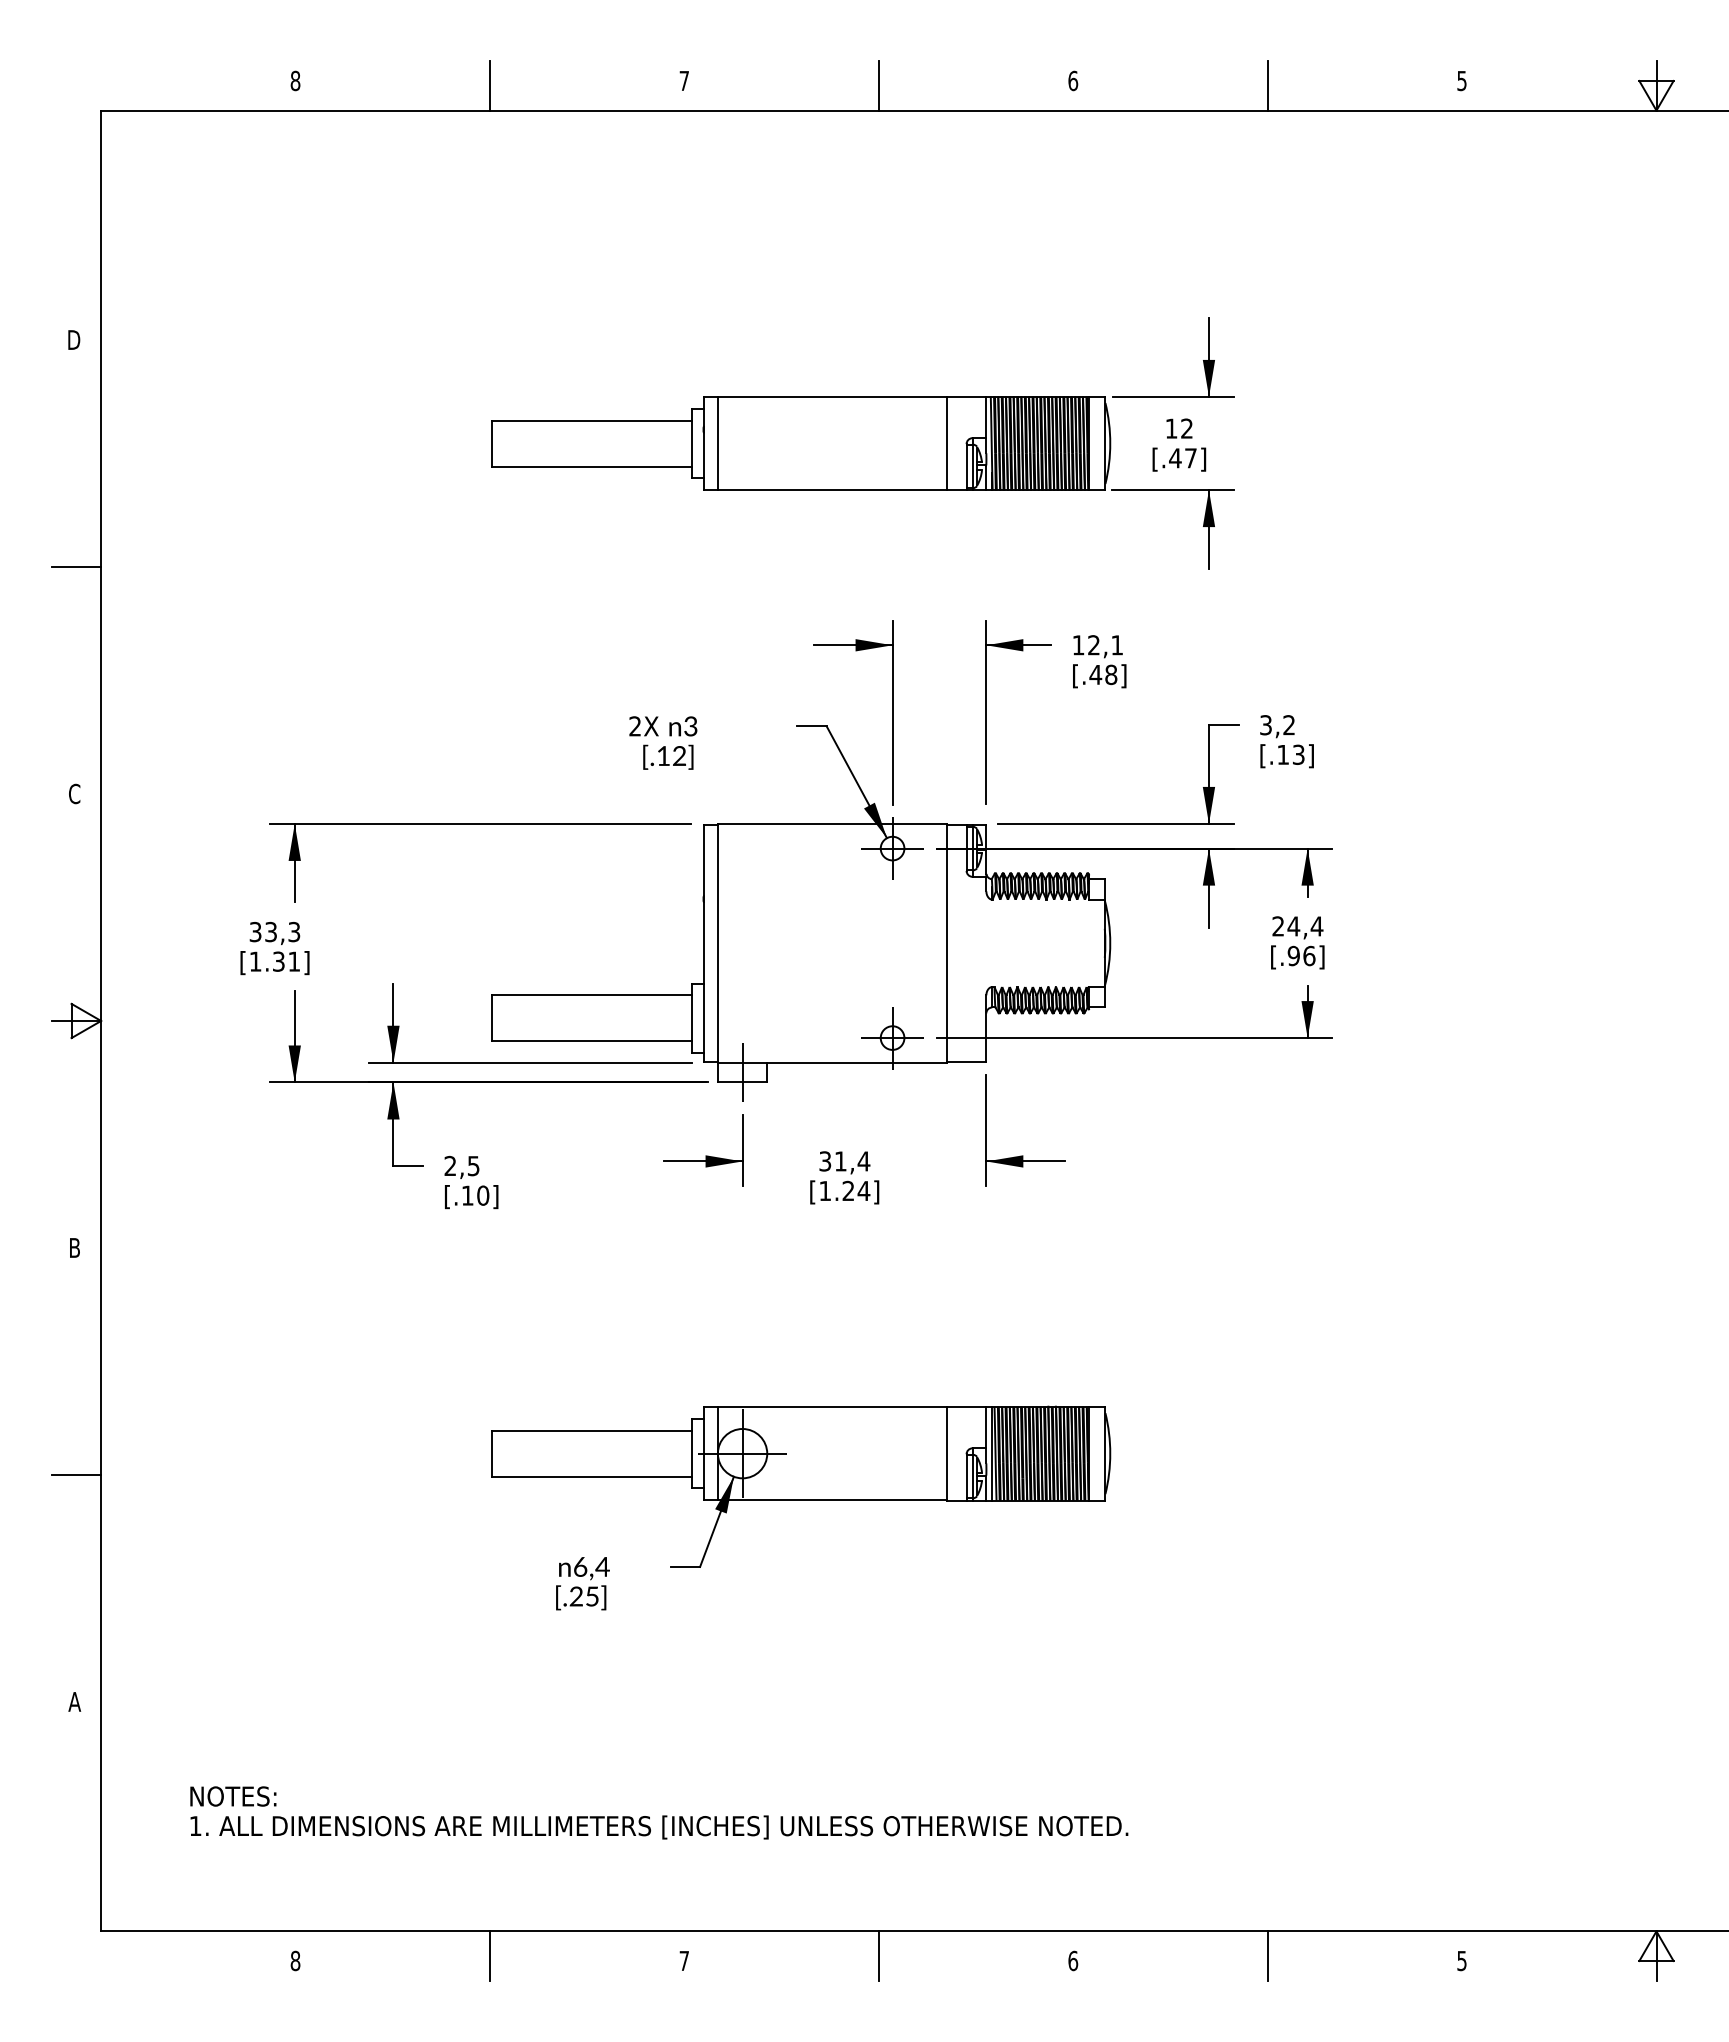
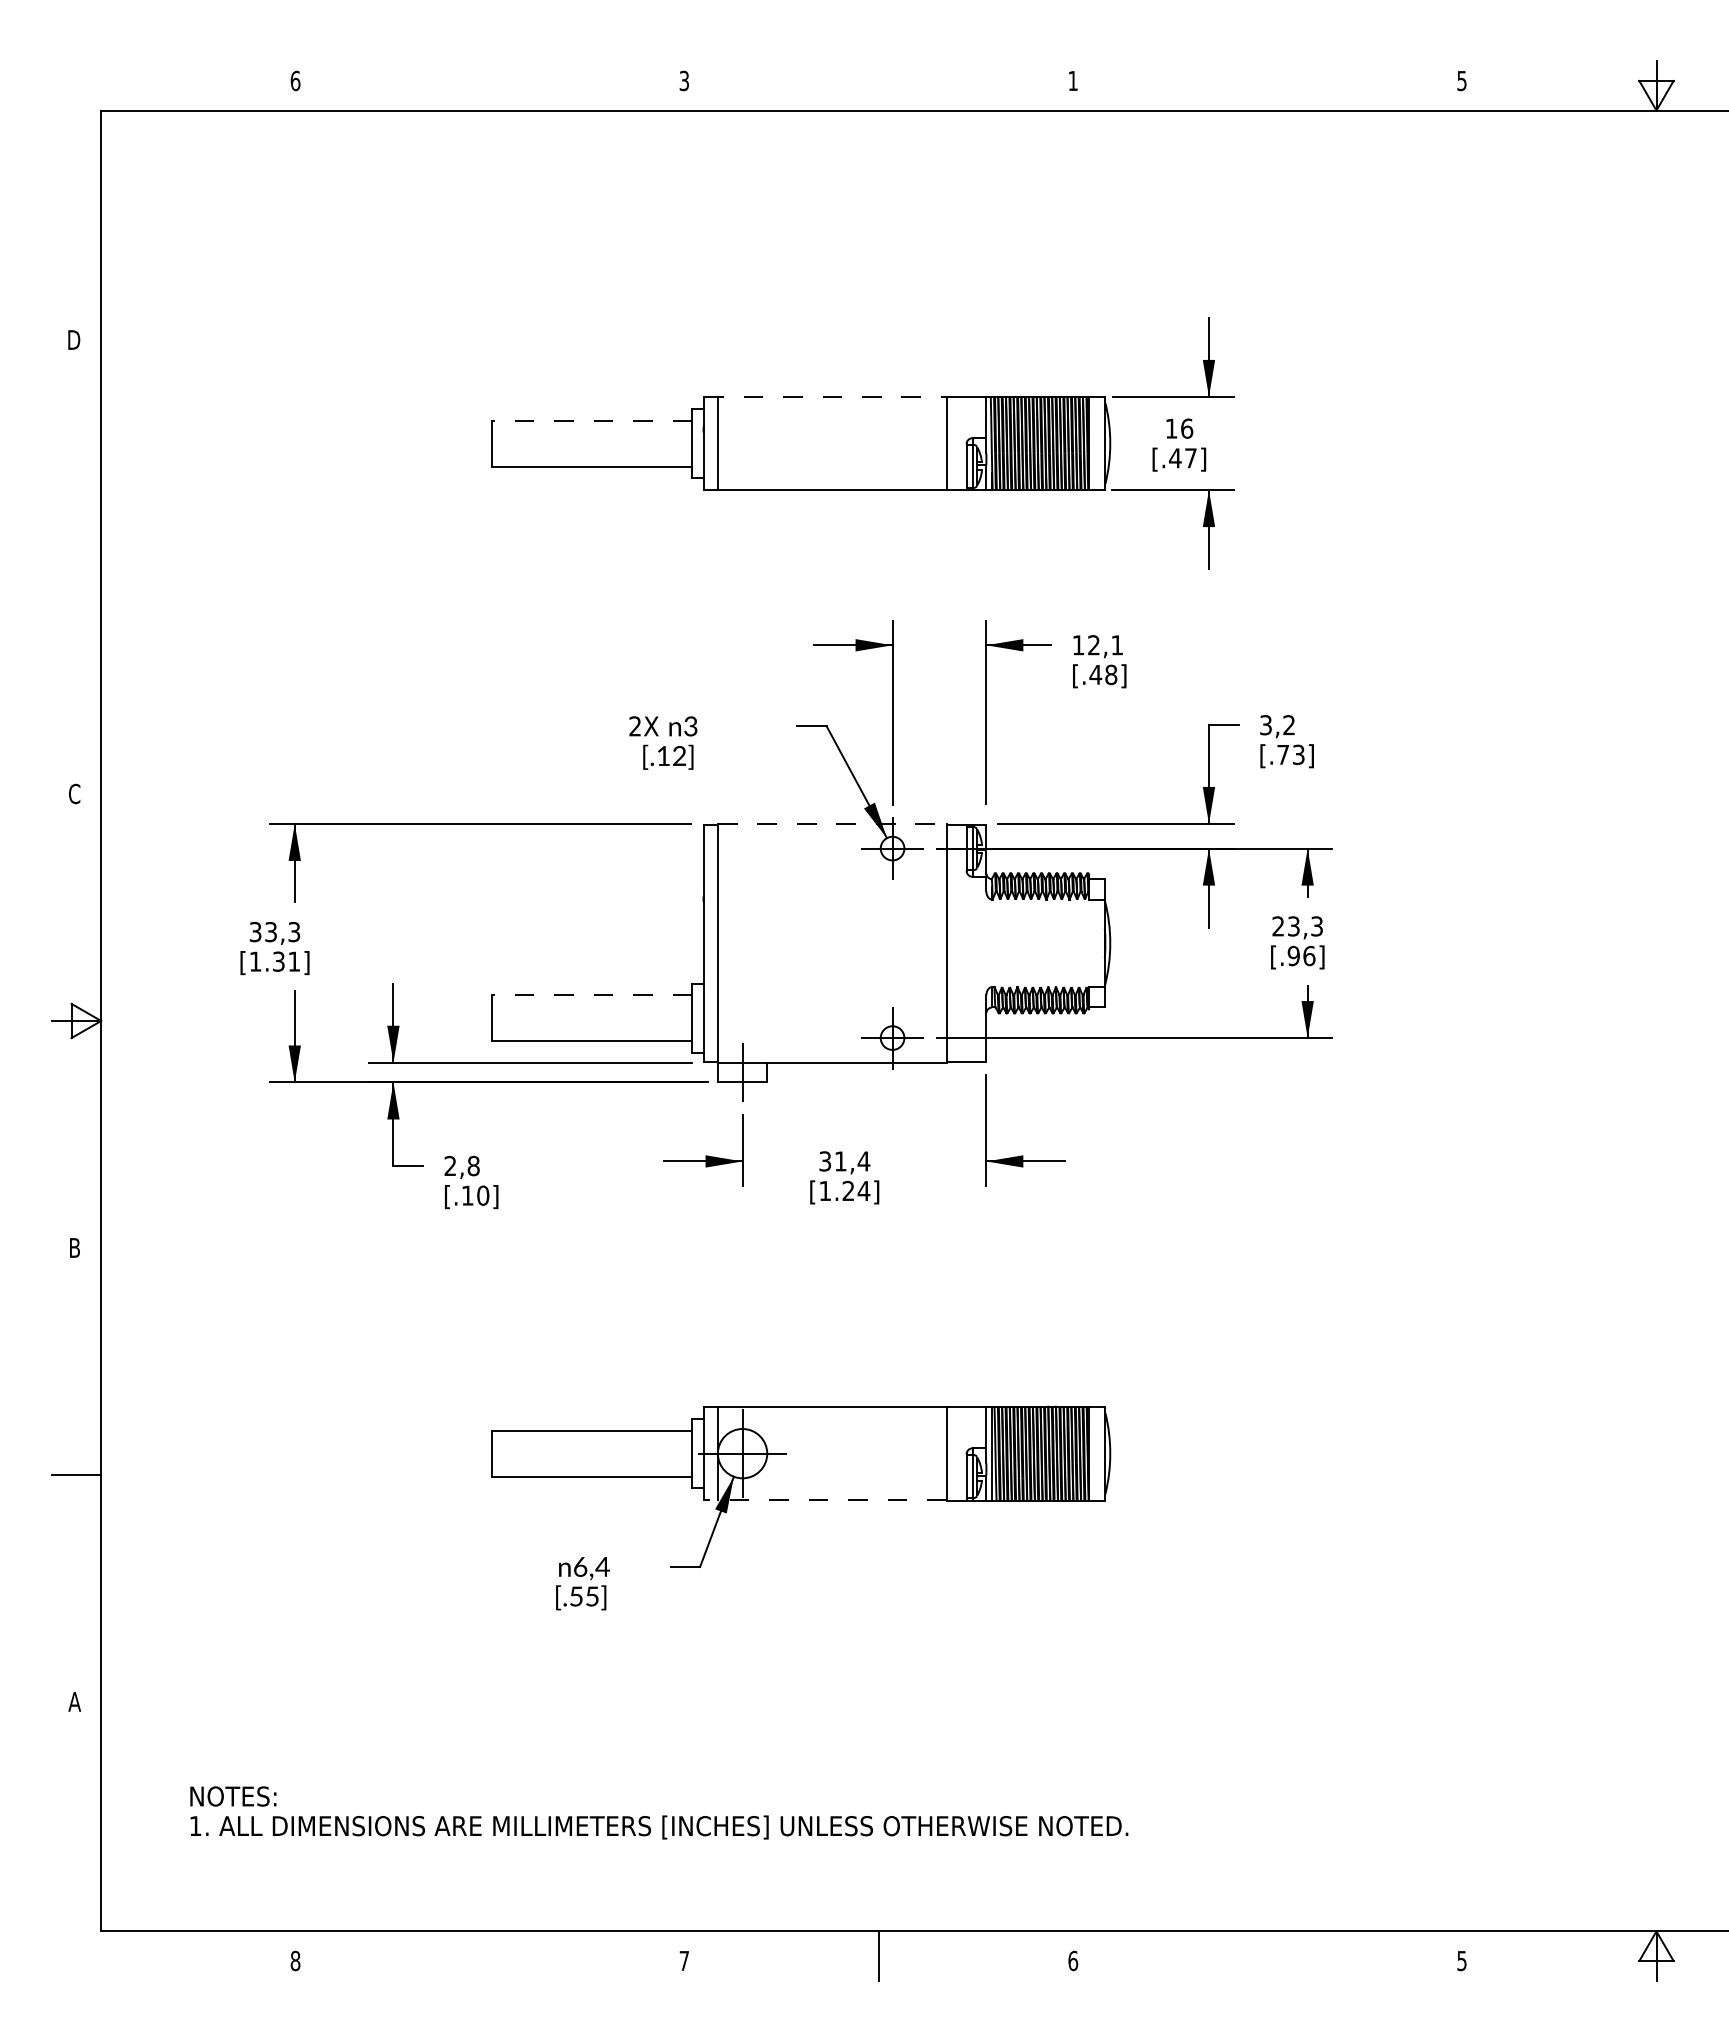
text at (295, 80): 8 -> 6
text at (683, 80): 7 -> 3
text at (1073, 80): 6 -> 1
line at (490, 85): present -> none
line at (878, 85): present -> none
line at (1267, 85): present -> none
line at (825, 396): solid -> dashed
line at (591, 420): solid -> dashed
text at (1187, 428): 12 -> 16
line at (76, 567): present -> none
text at (1282, 754): [.13] -> [.73]
line at (832, 823): solid -> dashed
text at (1305, 926): 24,4 -> 23,3
line at (591, 995): solid -> dashed
text at (473, 1165): 2,5 -> 2,8
line at (824, 1500): solid -> dashed
text at (575, 1596): [.25] -> [.55]
line at (490, 1955): present -> none
line at (1267, 1955): present -> none
